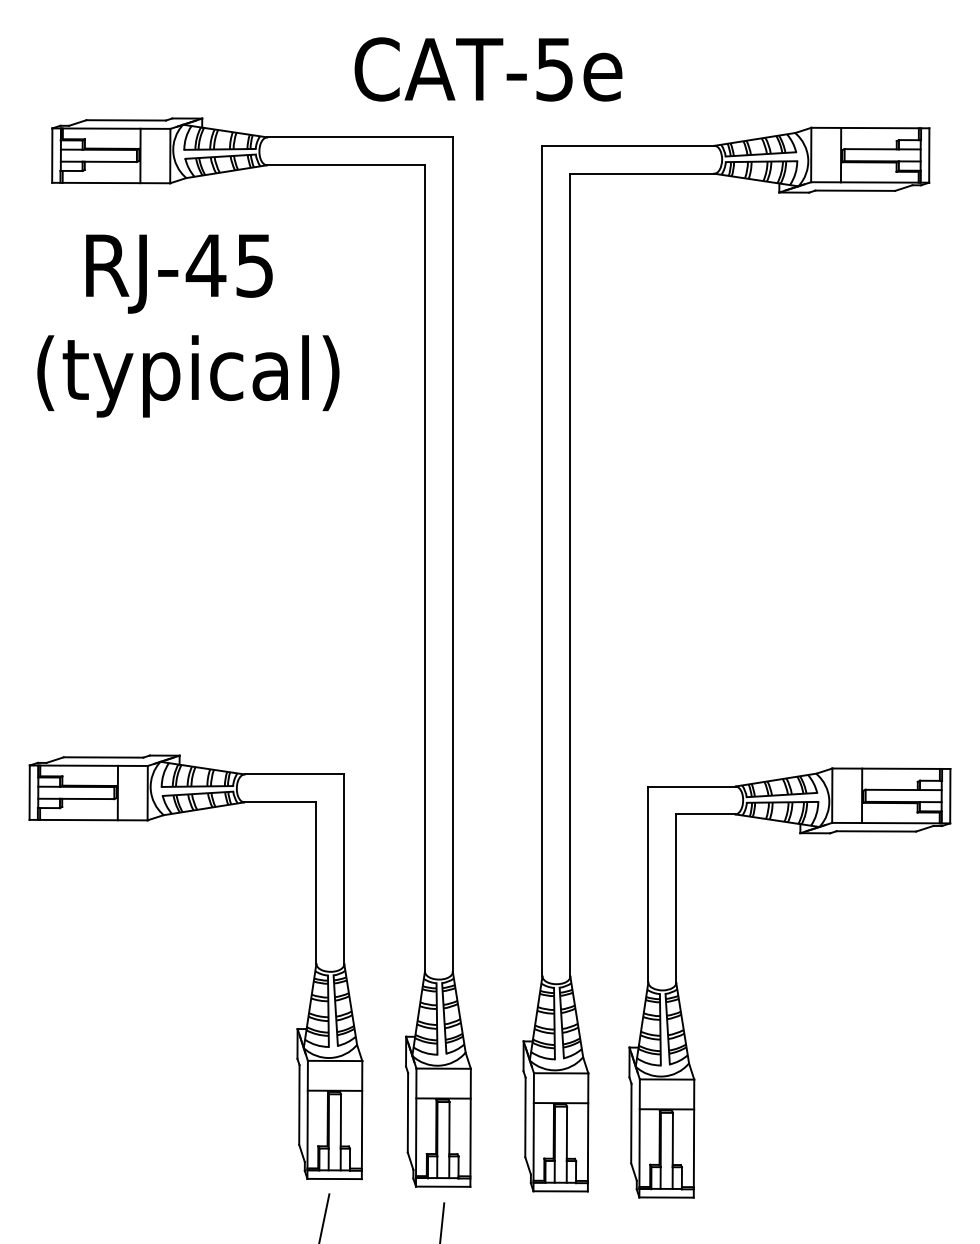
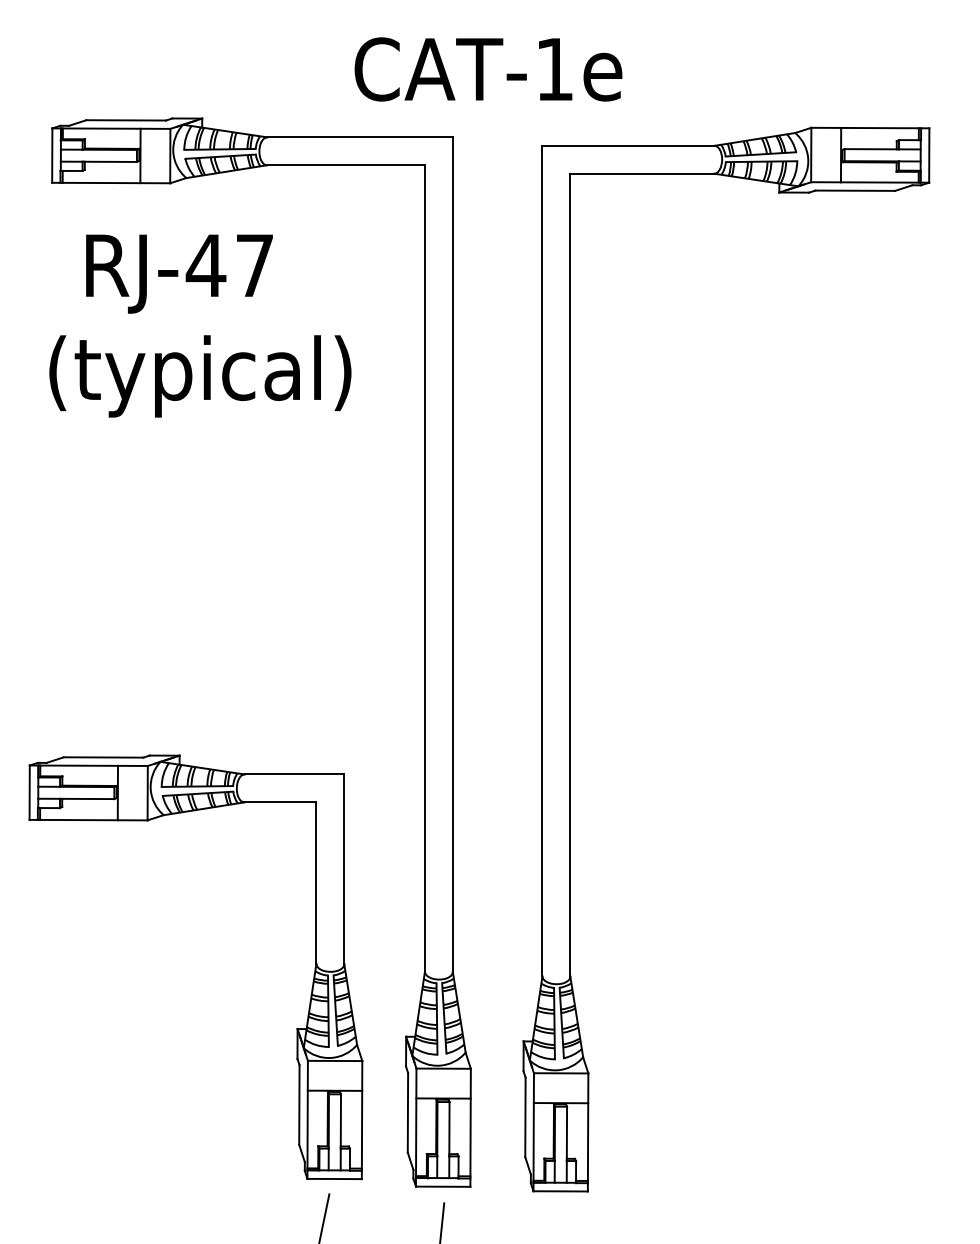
text at (554, 69): CAT-5e -> CAT-1e
text at (254, 265): RJ-45 -> RJ-47
text at (188, 376) position: (188, 376) -> (200, 376)
part at (680, 1001): present -> none
